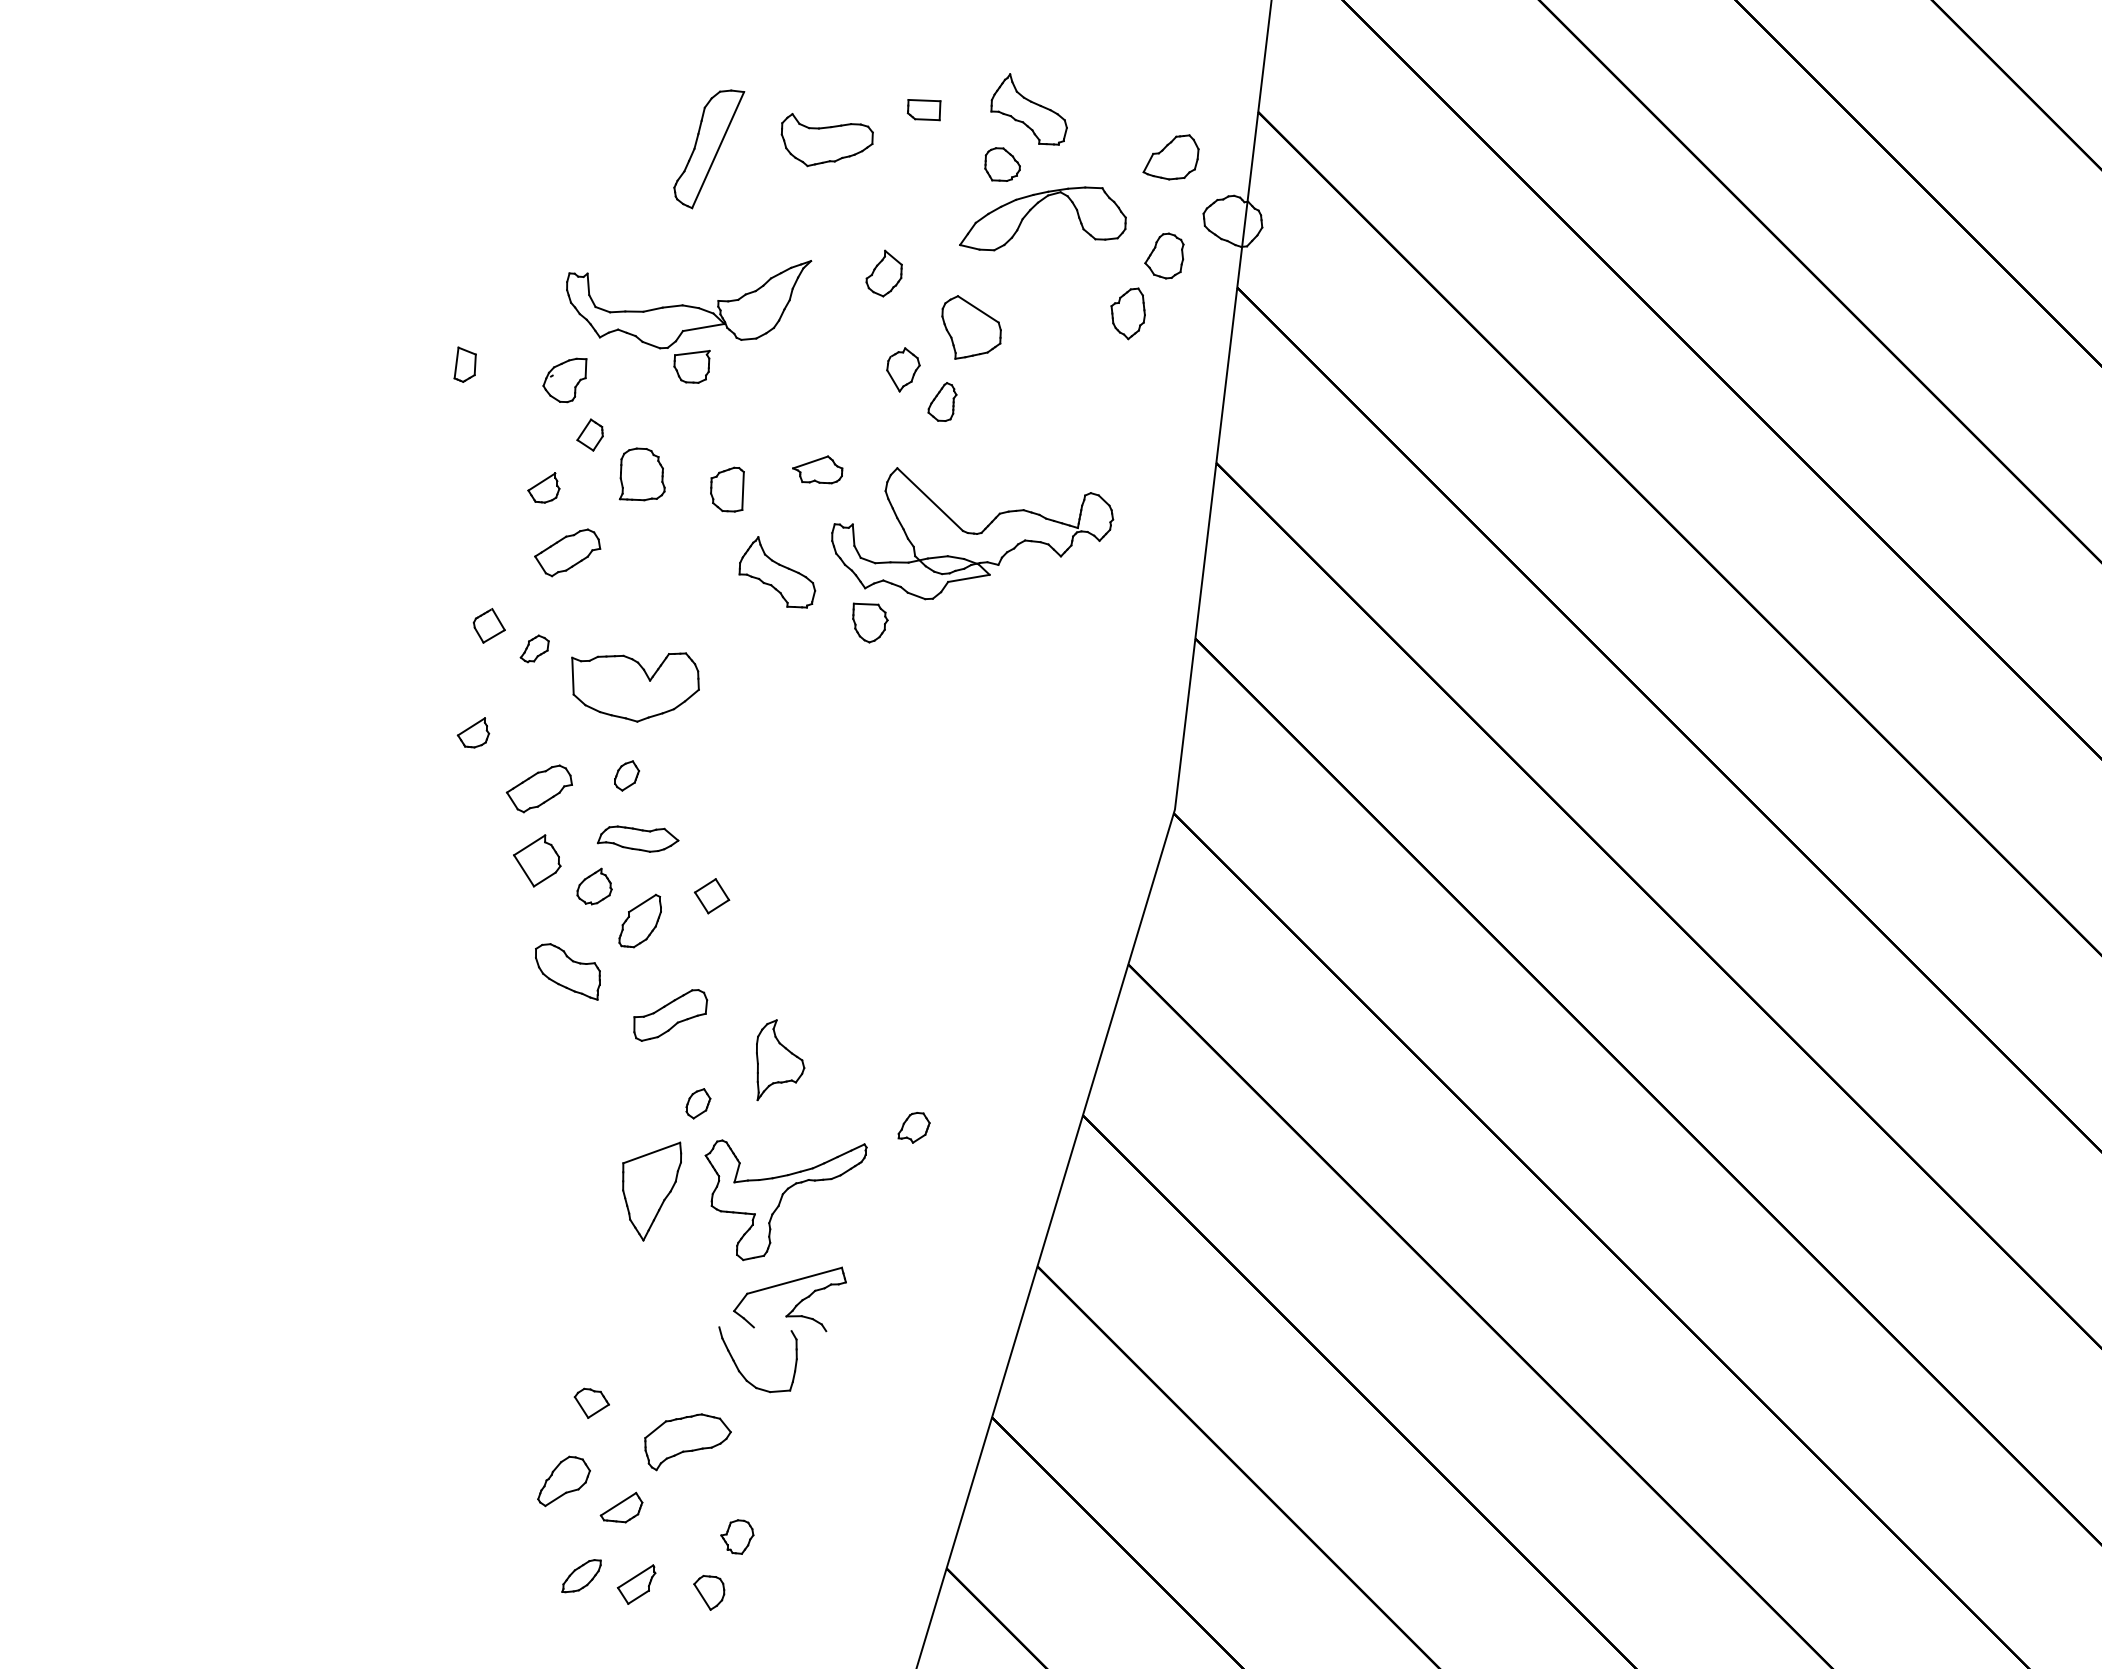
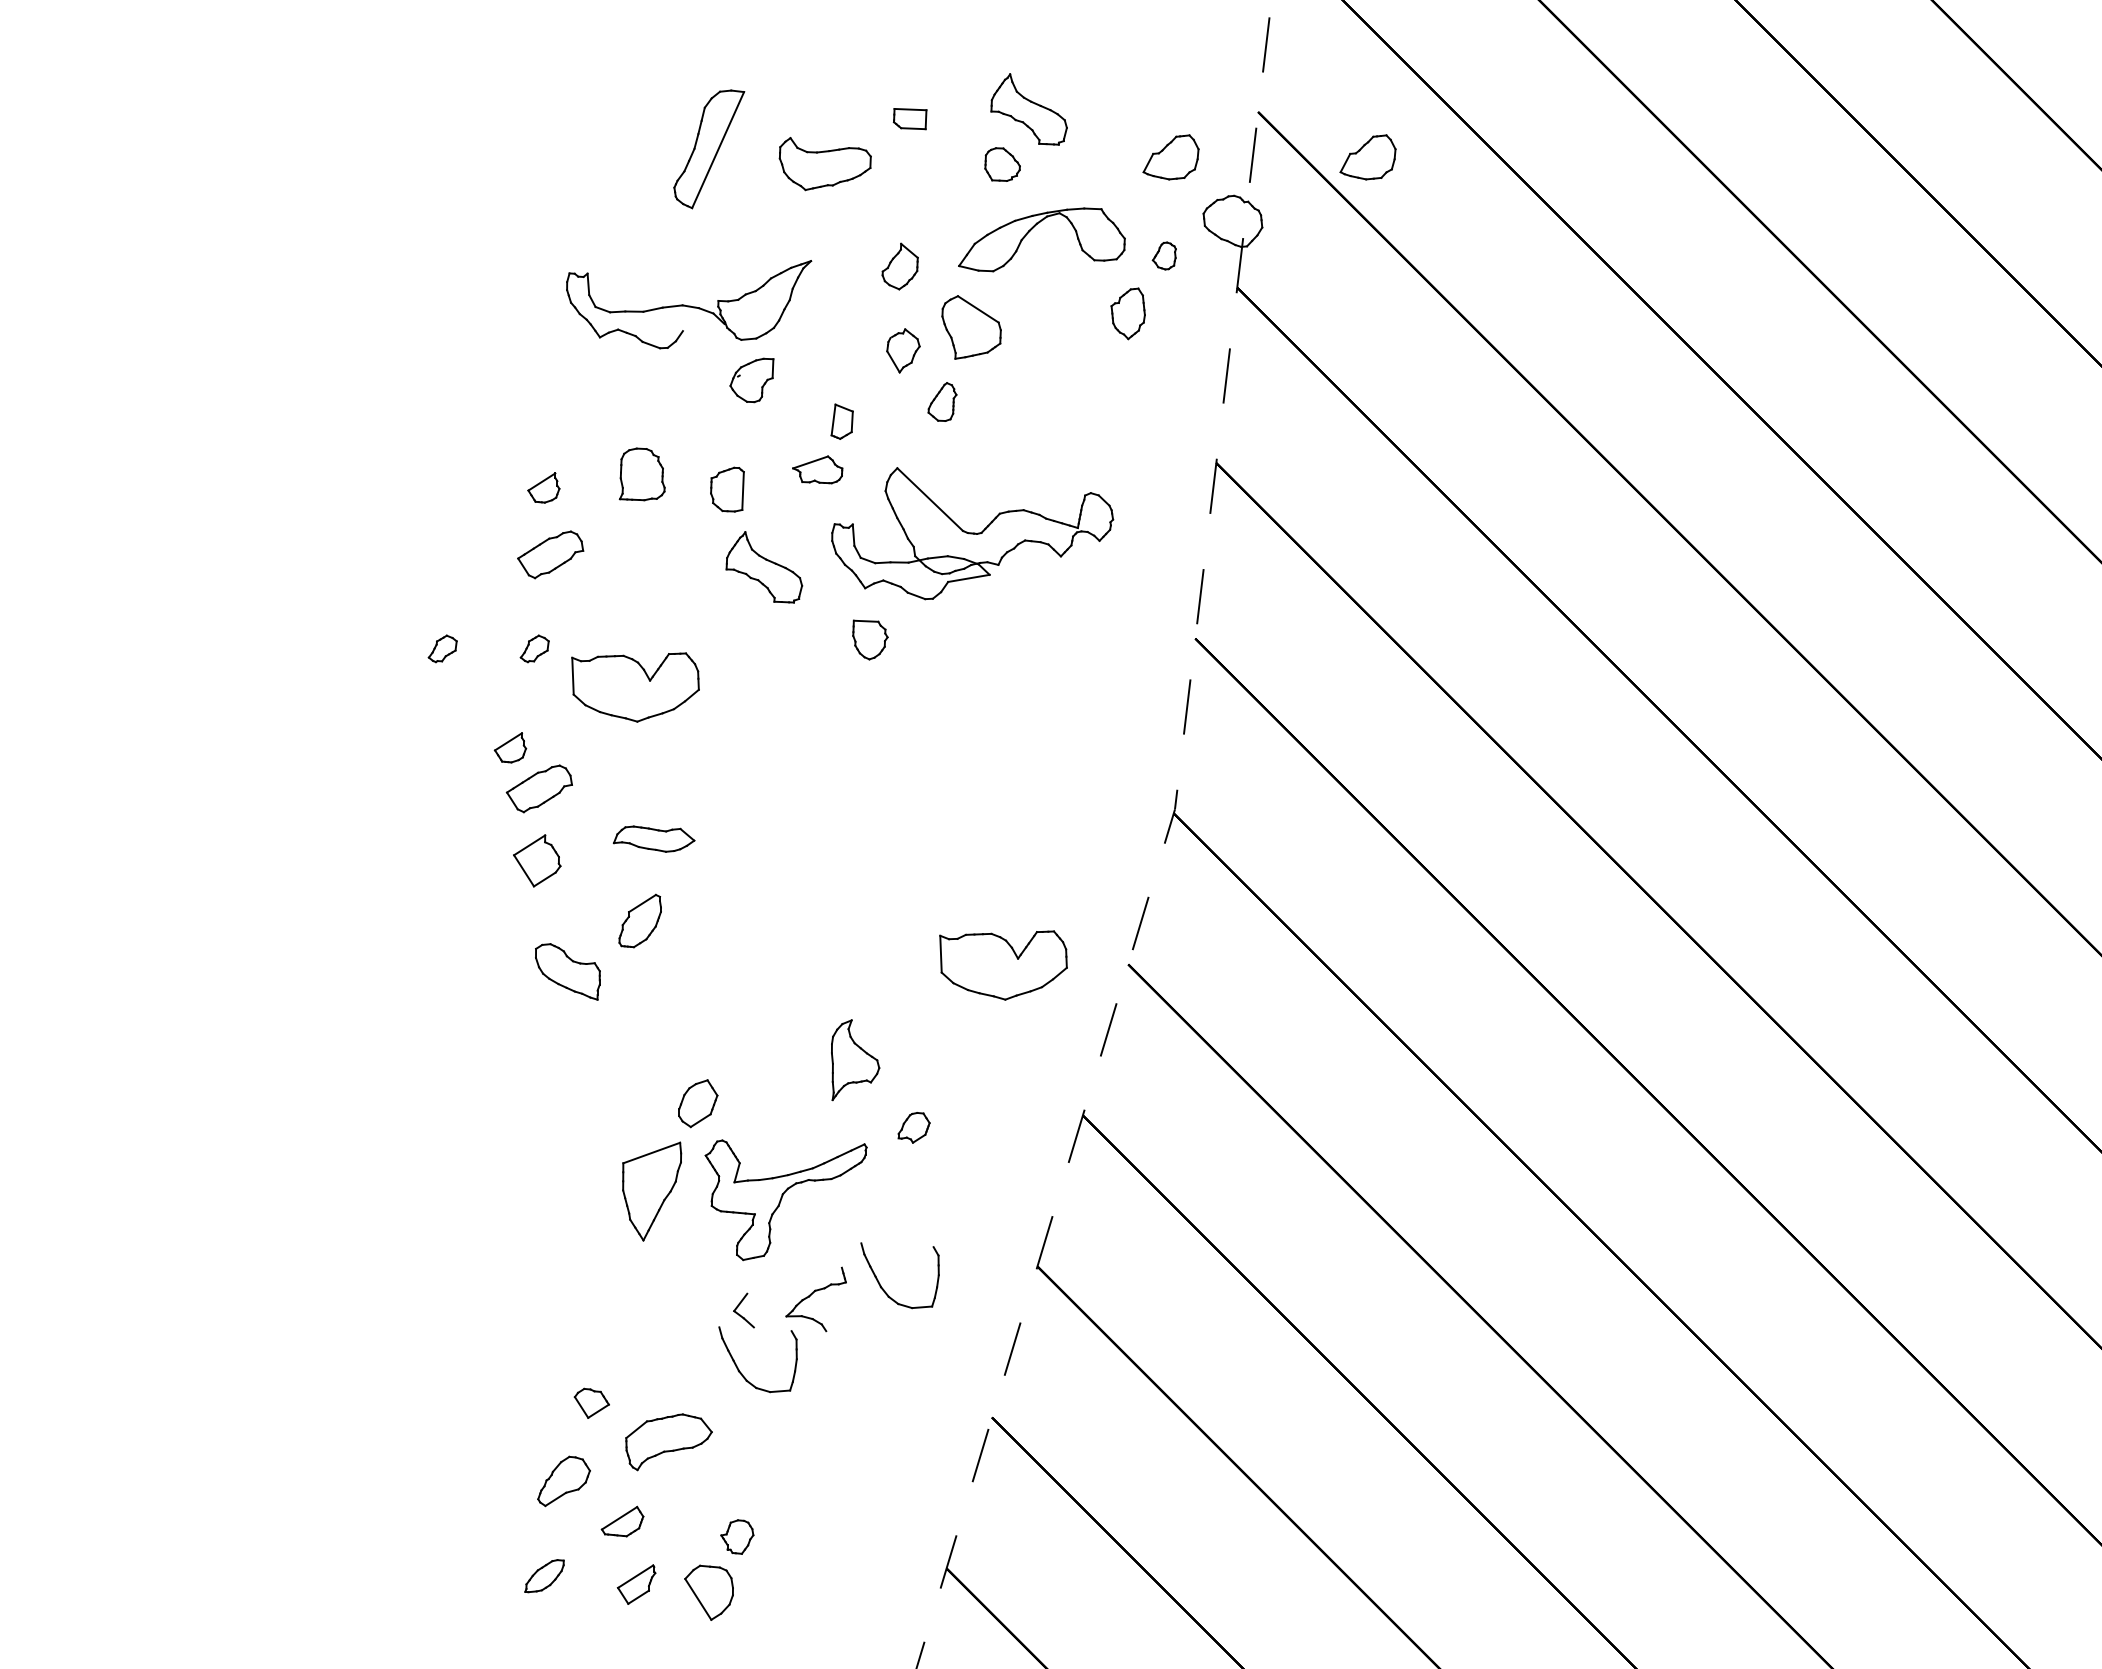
part at (923, 110) position: (923, 110) -> (909, 119)
part at (826, 140) position: (826, 140) -> (824, 164)
part at (1367, 157): none -> present
part at (1033, 208) position: (1033, 208) -> (1032, 229)
part at (1164, 255) size: 41x48 px -> 26x30 px
part at (883, 273) position: (883, 273) -> (899, 266)
line at (703, 327): present -> none
part at (464, 364) position: (464, 364) -> (841, 421)
part at (691, 366): present -> none
part at (903, 369) position: (903, 369) -> (903, 350)
part at (564, 380) position: (564, 380) -> (751, 380)
part at (589, 434): present -> none
part at (567, 552) position: (567, 552) -> (550, 554)
part at (777, 572) position: (777, 572) -> (764, 567)
part at (870, 622) position: (870, 622) -> (870, 639)
part at (488, 625): present -> none
part at (442, 648): none -> present
part at (473, 732) position: (473, 732) -> (510, 747)
part at (626, 775): present -> none
part at (637, 838) position: (637, 838) -> (653, 838)
line at (1163, 848): solid -> dashed
part at (594, 886): present -> none
part at (711, 896): present -> none
part at (1003, 965): none -> present
part at (670, 1015): present -> none
part at (780, 1060) position: (780, 1060) -> (855, 1060)
part at (698, 1103) size: 27x32 px -> 41x50 px
line at (794, 1280): present -> none
part at (884, 1289): none -> present
part at (687, 1442) position: (687, 1442) -> (668, 1442)
part at (621, 1507) position: (621, 1507) -> (622, 1521)
part at (581, 1576) position: (581, 1576) -> (544, 1576)
part at (709, 1592) size: 33x36 px -> 50x57 px
